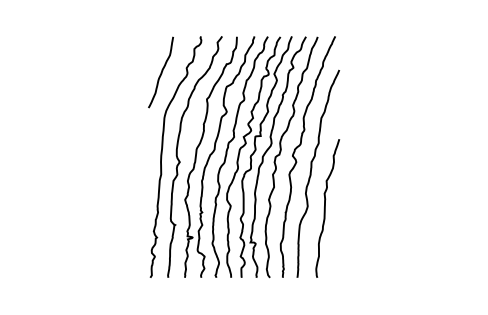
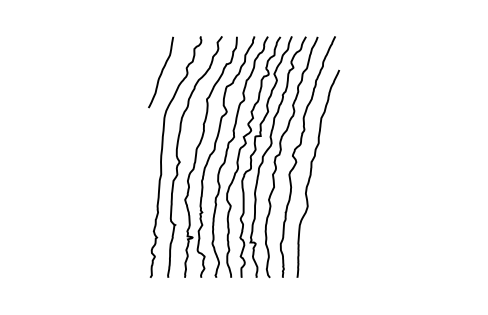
curve at (325, 208): present -> none
